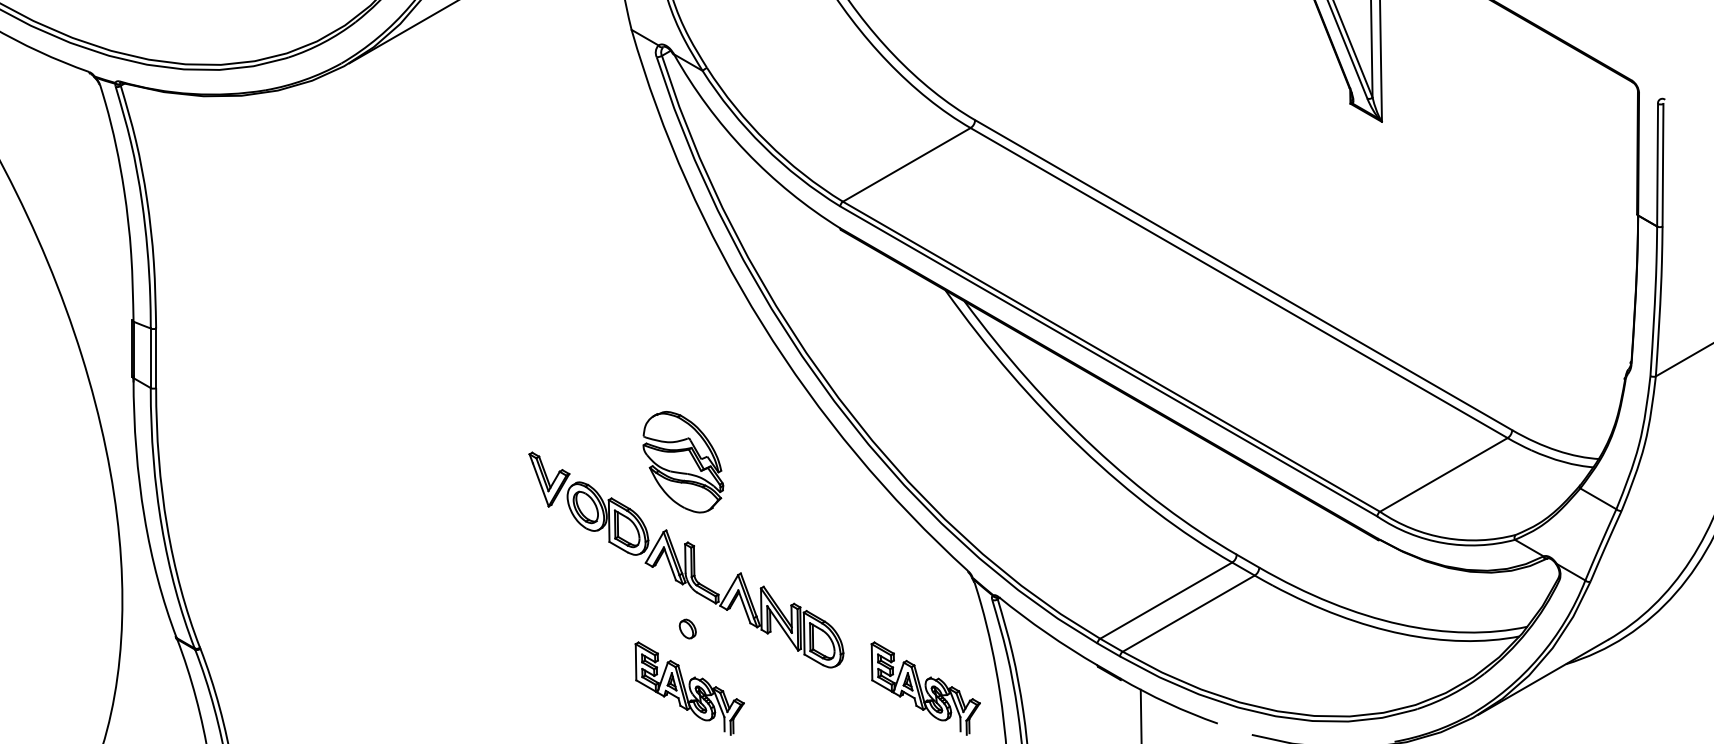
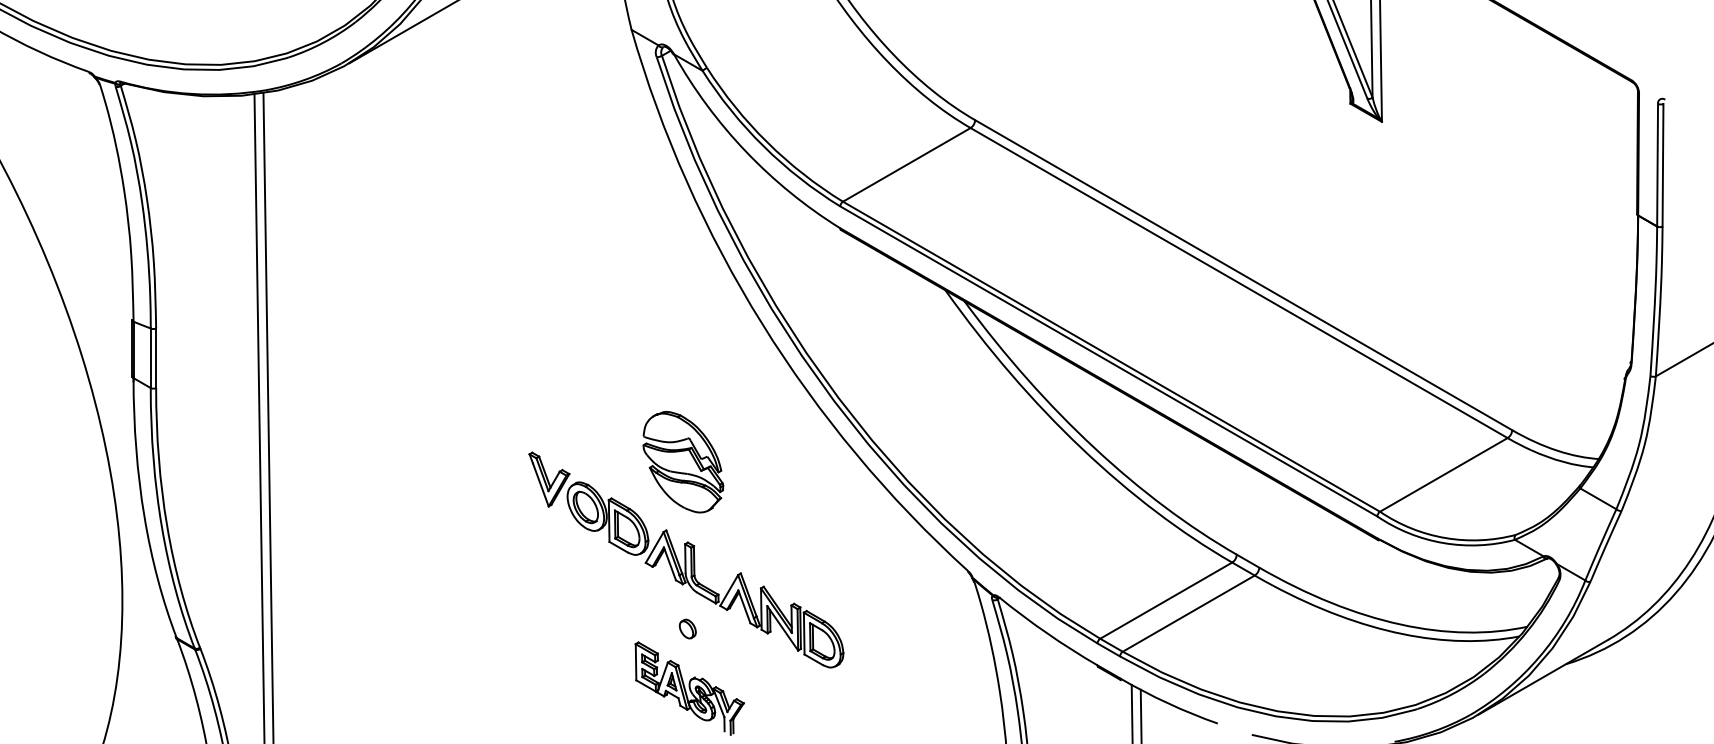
line at (268, 416): none -> present
line at (259, 417): none -> present
part at (925, 688): present -> none
line at (1131, 712): none -> present
